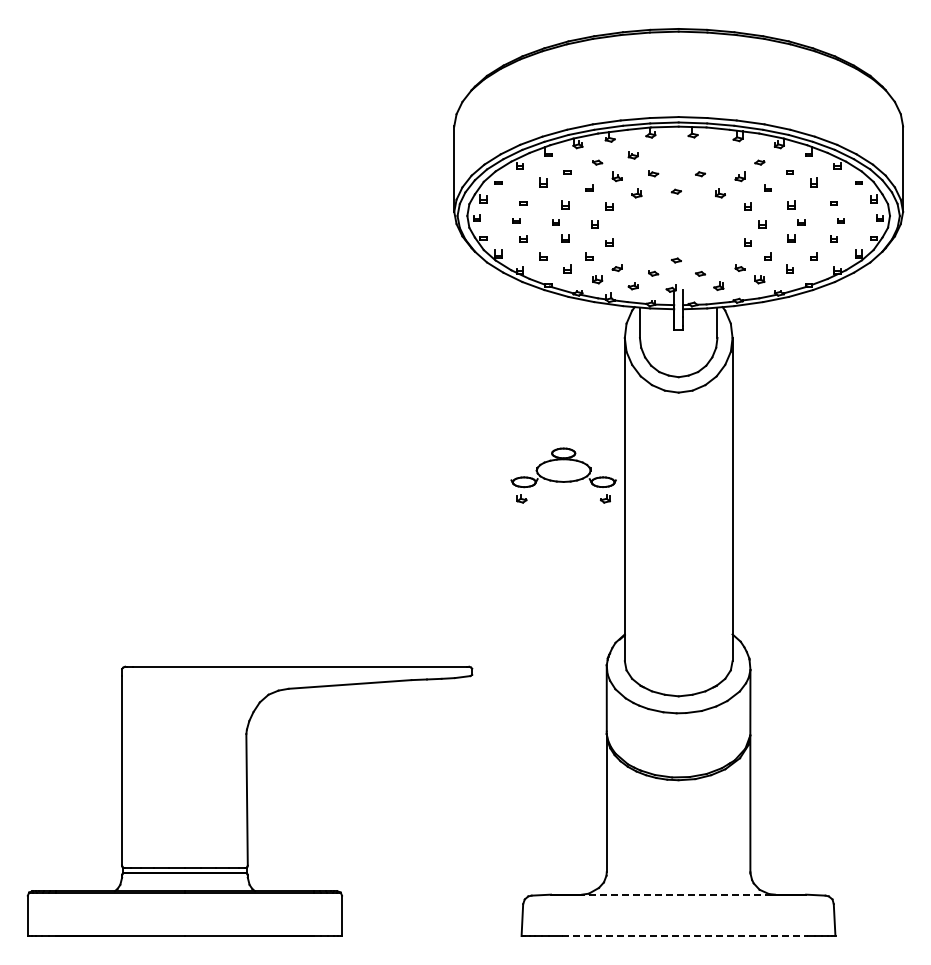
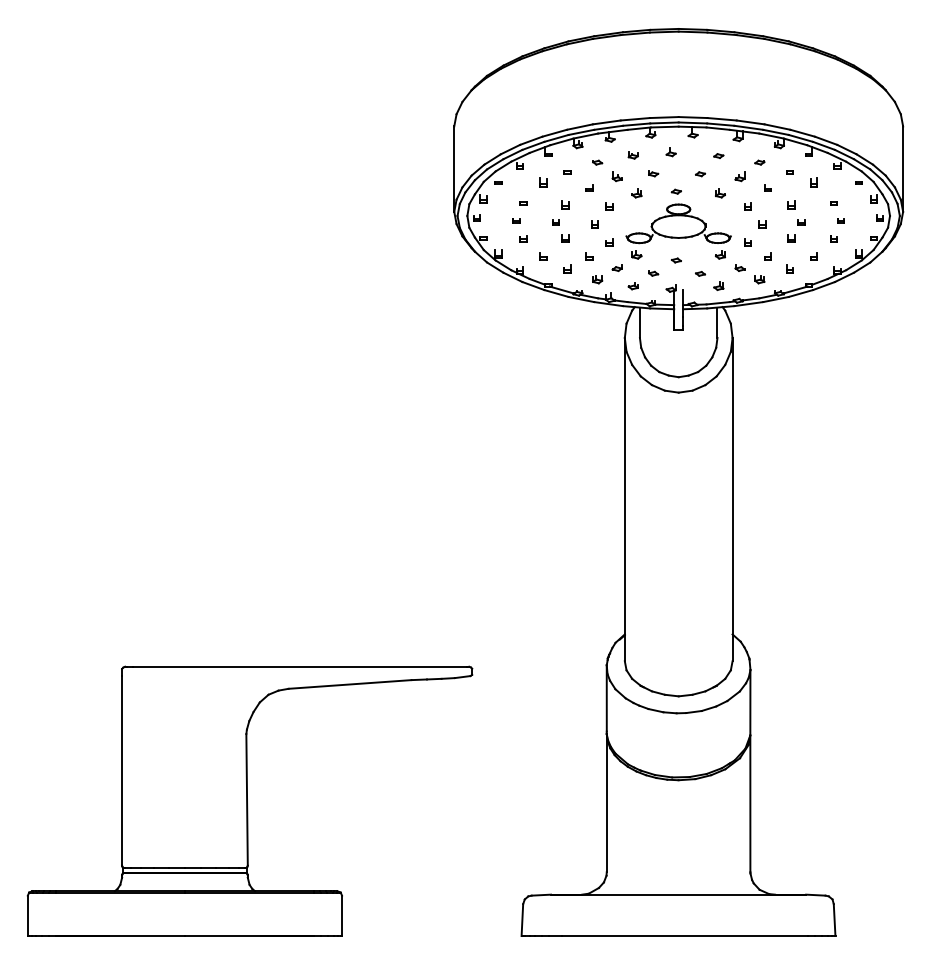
part at (670, 152): none -> present
part at (718, 155): none -> present
part at (563, 475) position: (563, 475) -> (678, 231)
line at (674, 894): dashed -> solid
line at (685, 936): dashed -> solid
